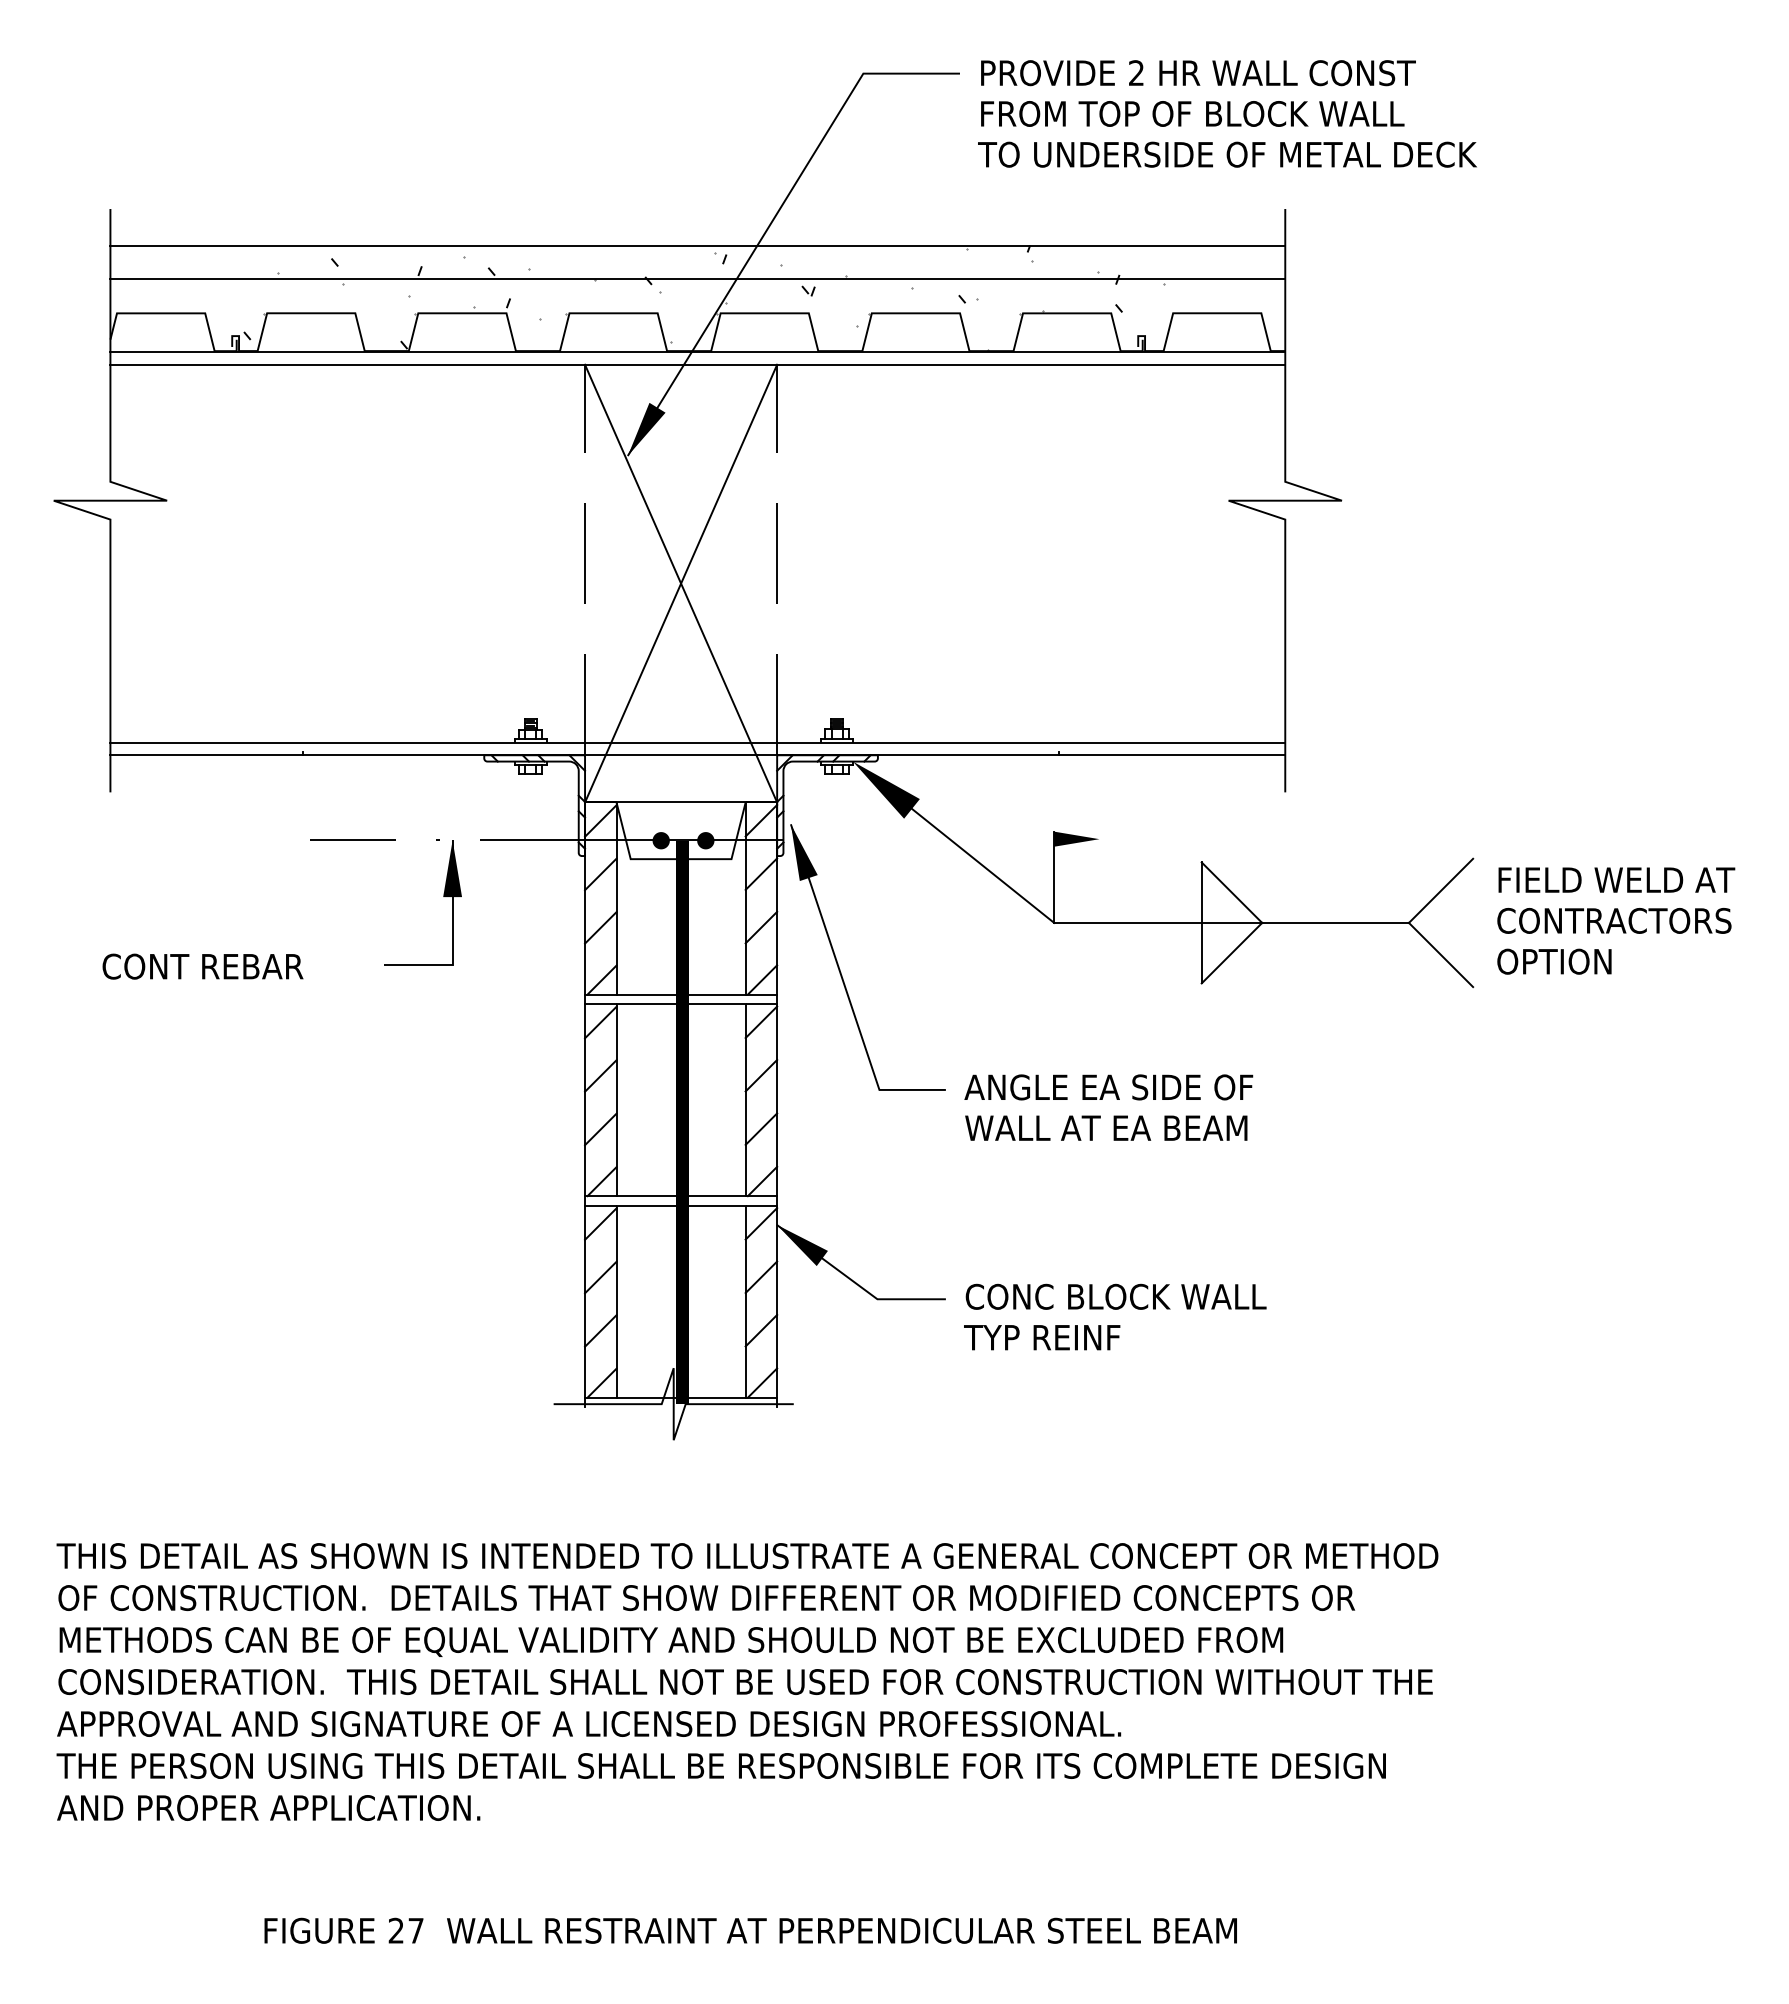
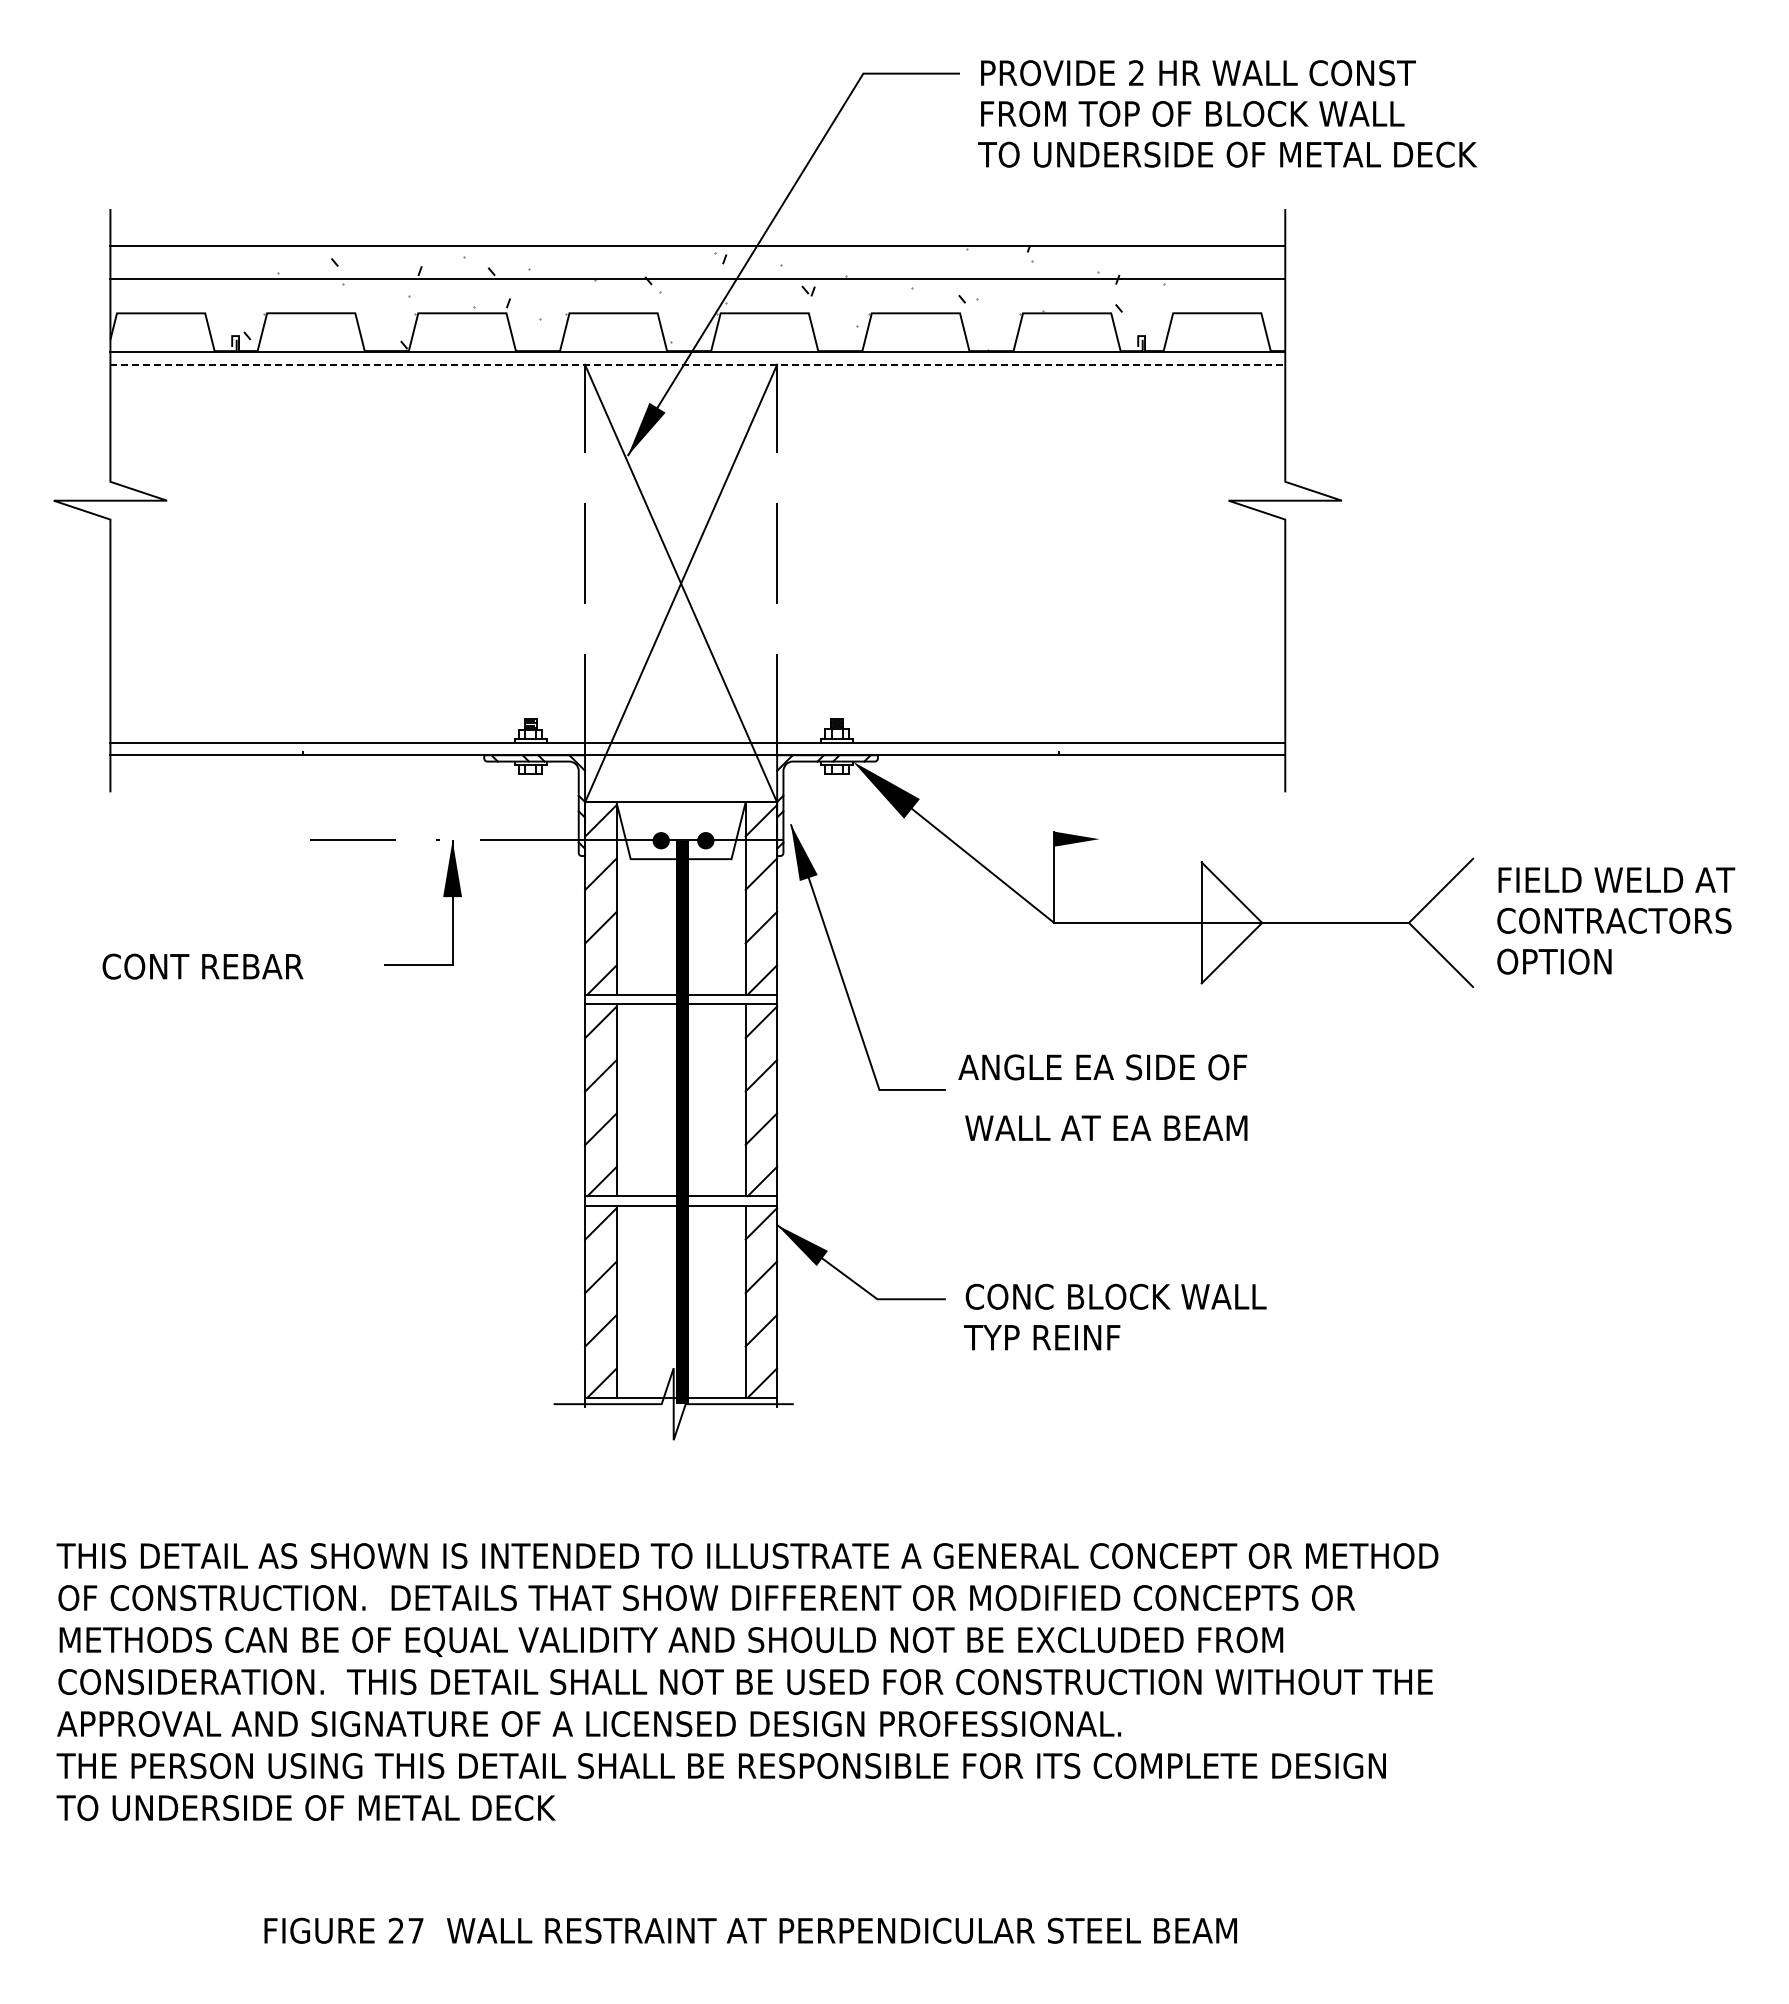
line at (698, 364): solid -> dashed
text at (1108, 1087) position: (1108, 1087) -> (1102, 1067)
text at (305, 1807): AND PROPER APPLICATION. -> TO UNDERSIDE OF METAL DECK
